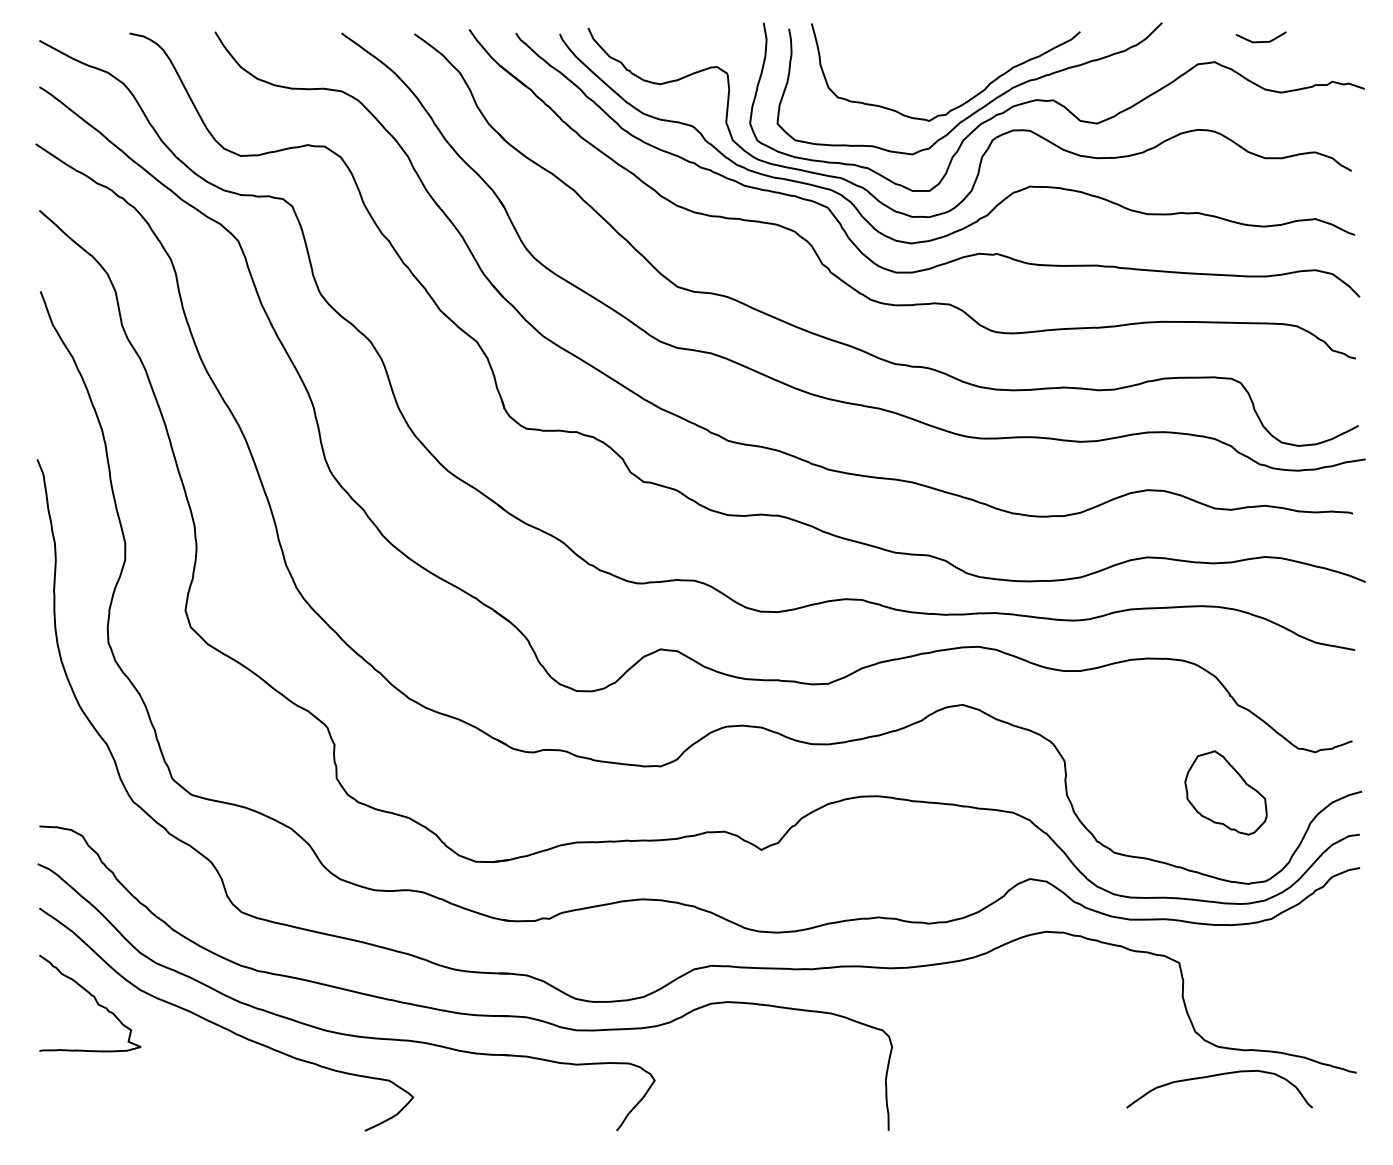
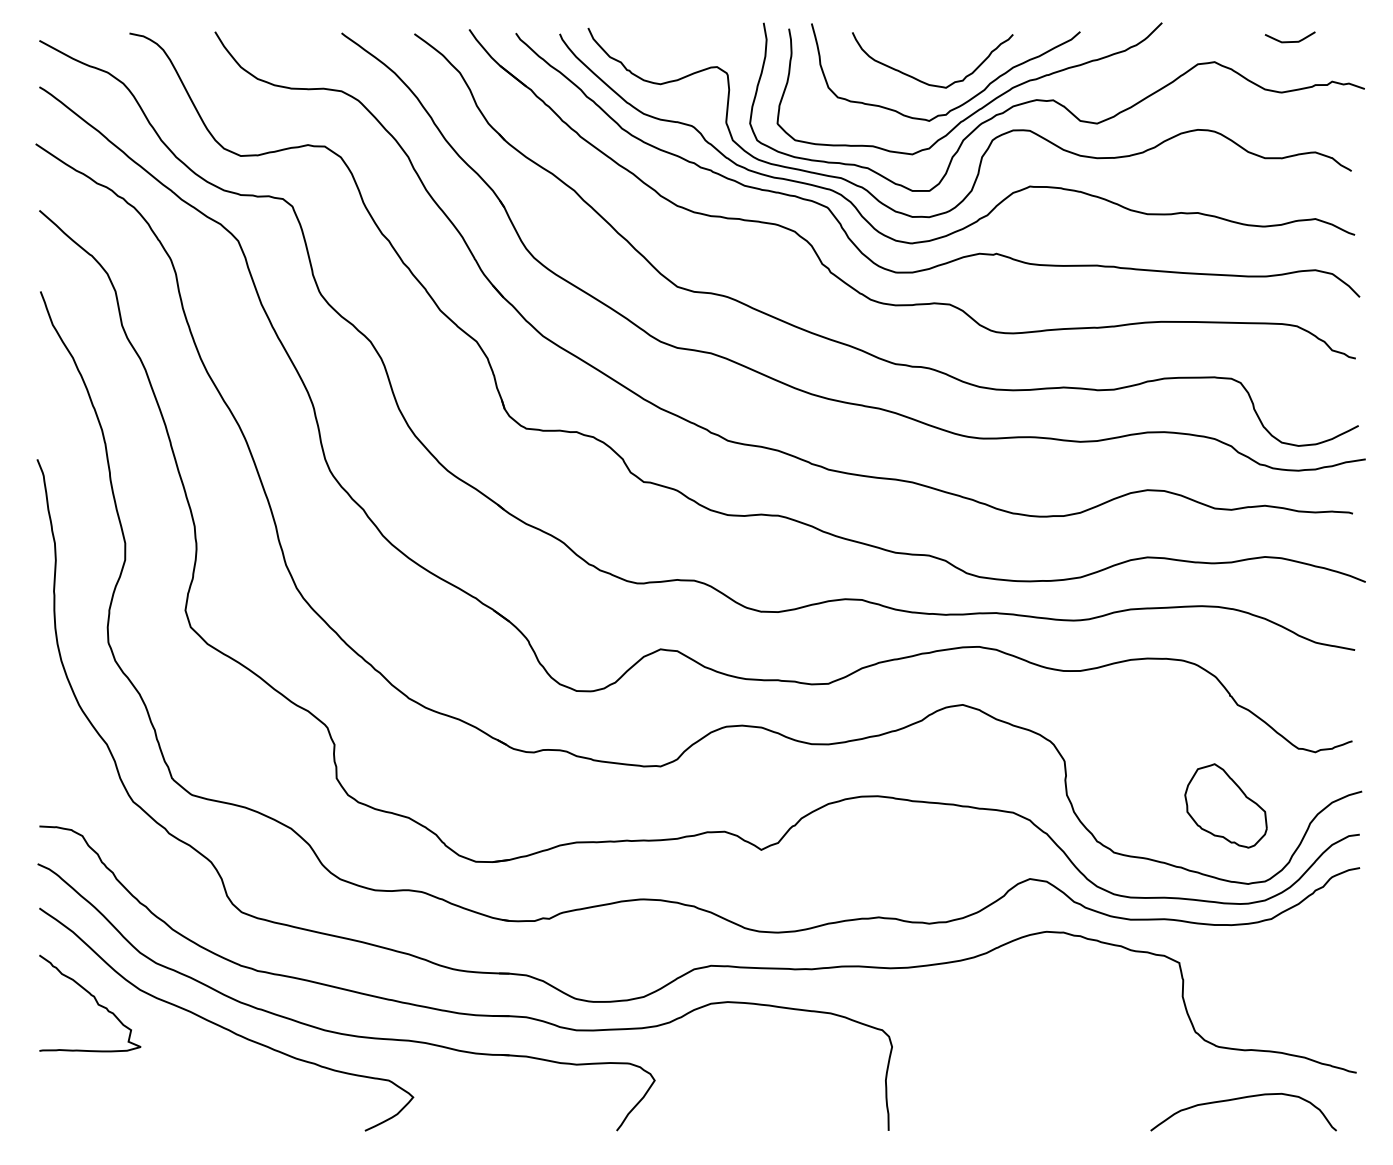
curve at (1260, 41) position: (1260, 41) -> (1289, 41)
curve at (926, 82): none -> present
part at (1225, 792) position: (1225, 792) -> (1225, 805)
curve at (1216, 1076) position: (1216, 1076) -> (1240, 1099)
